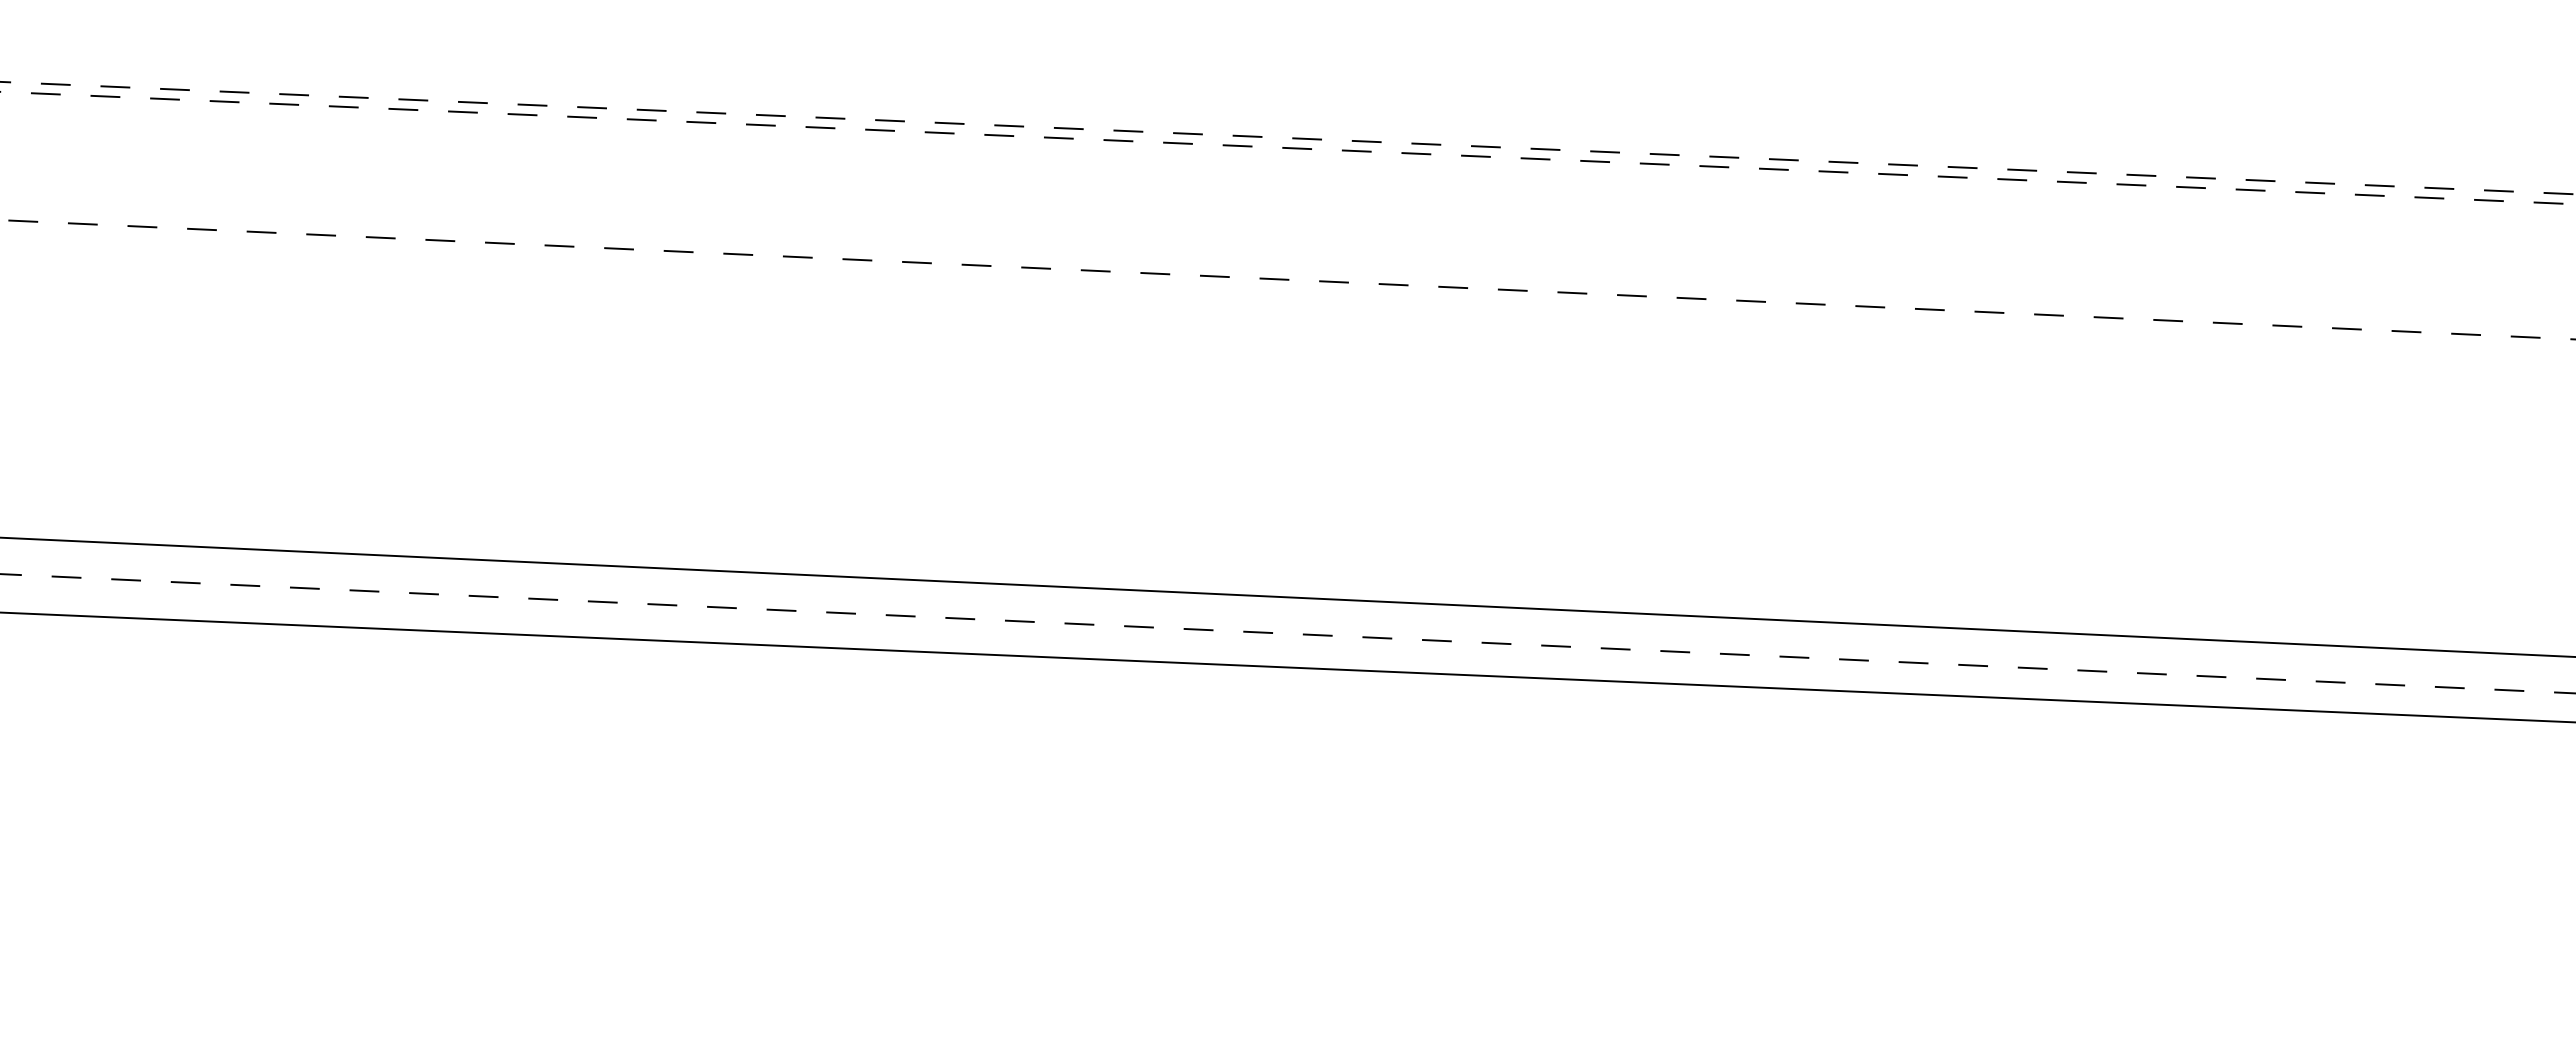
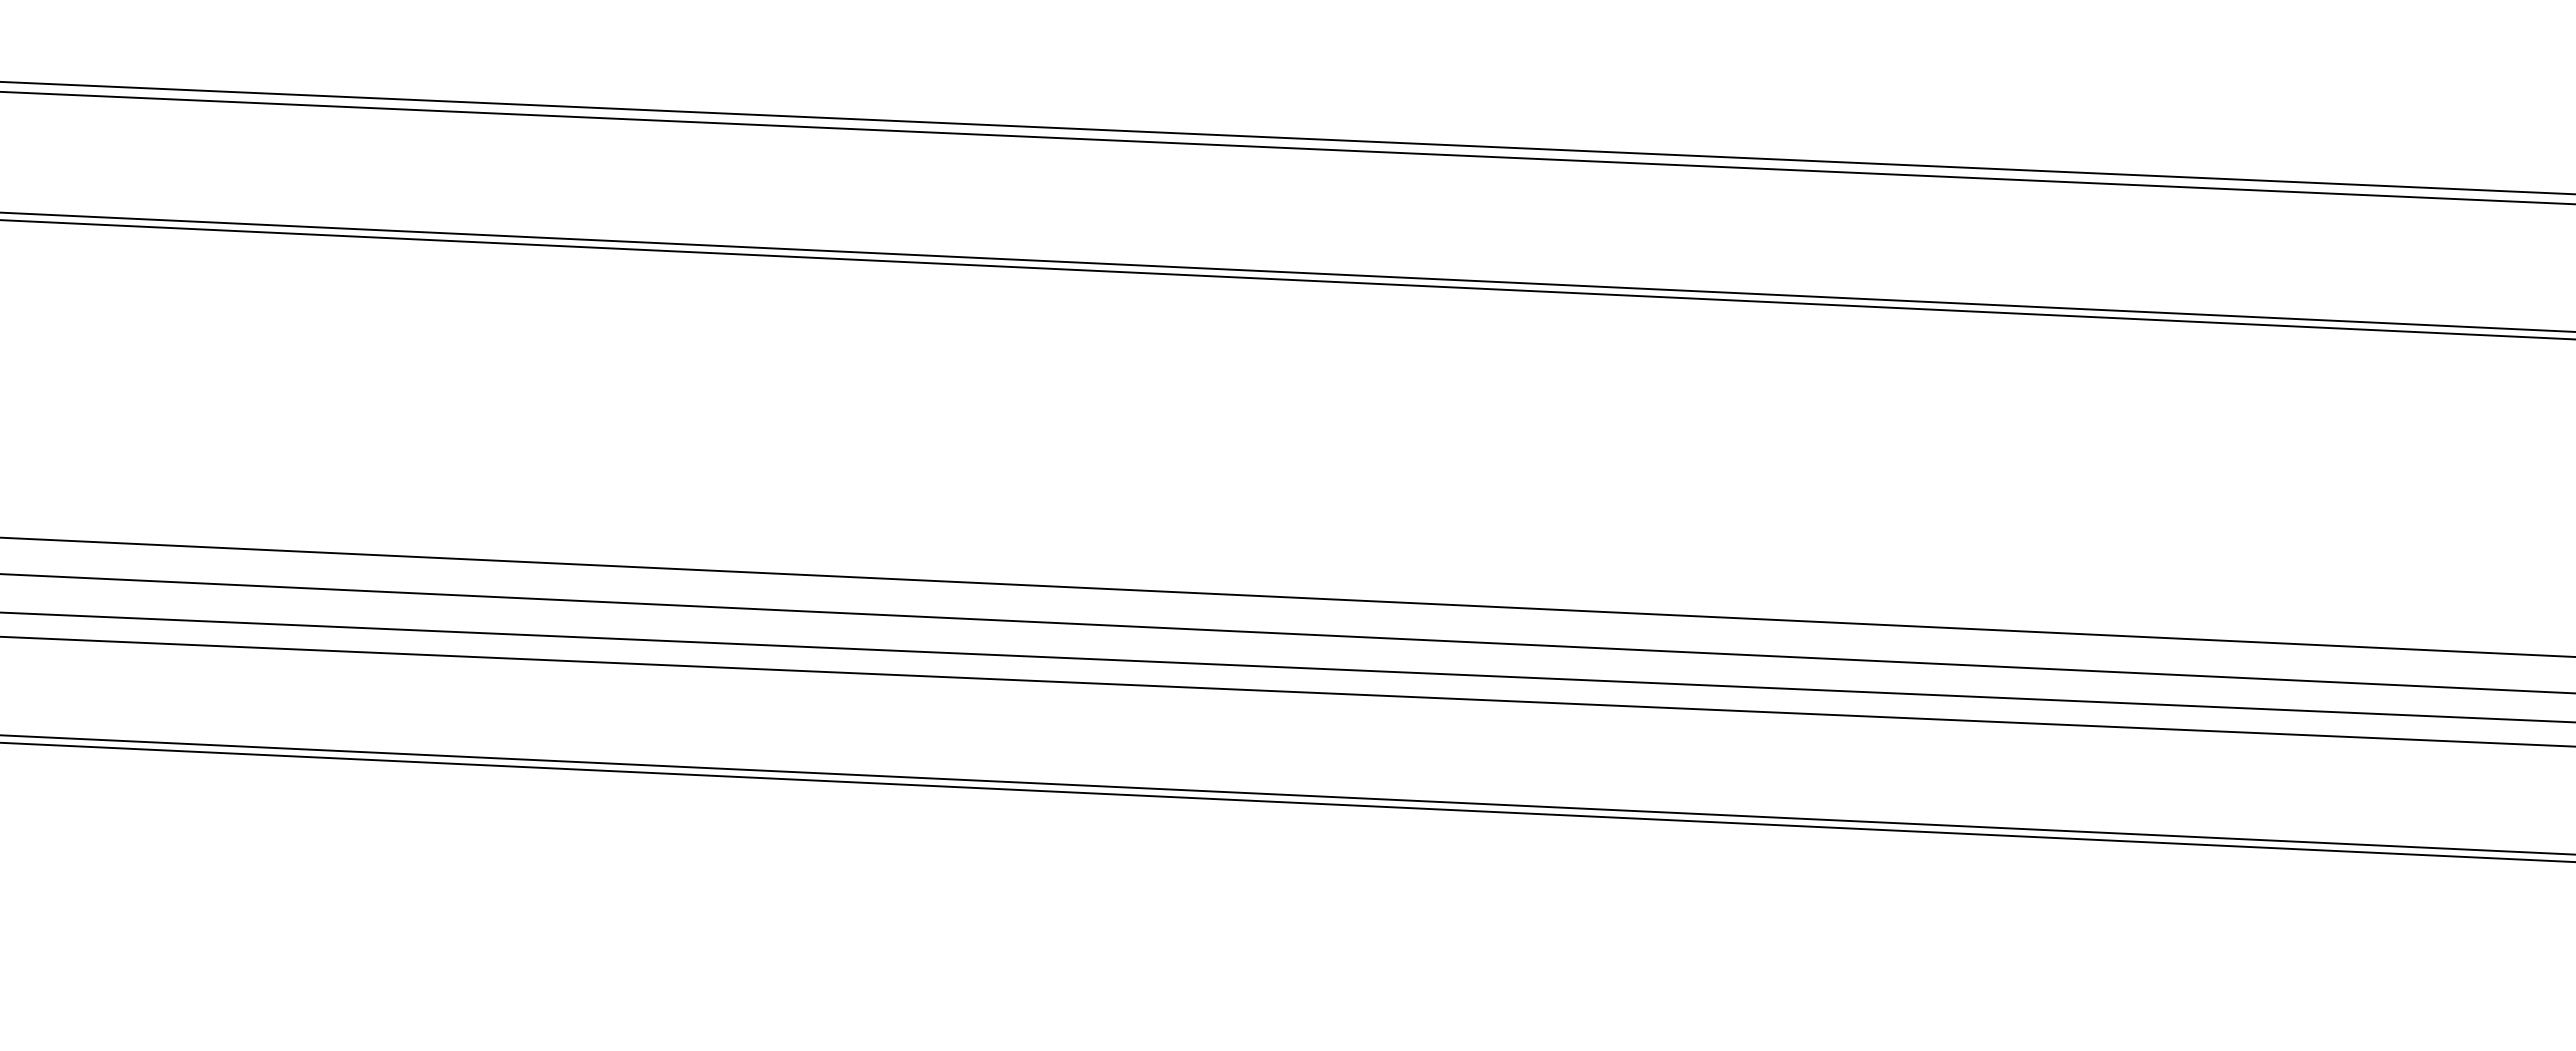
line at (1288, 138): dashed -> solid
line at (1288, 148): dashed -> solid
line at (1287, 271): none -> present
line at (1288, 279): dashed -> solid
line at (1288, 633): dashed -> solid
line at (1287, 691): none -> present
line at (1287, 794): none -> present
line at (1287, 801): none -> present
